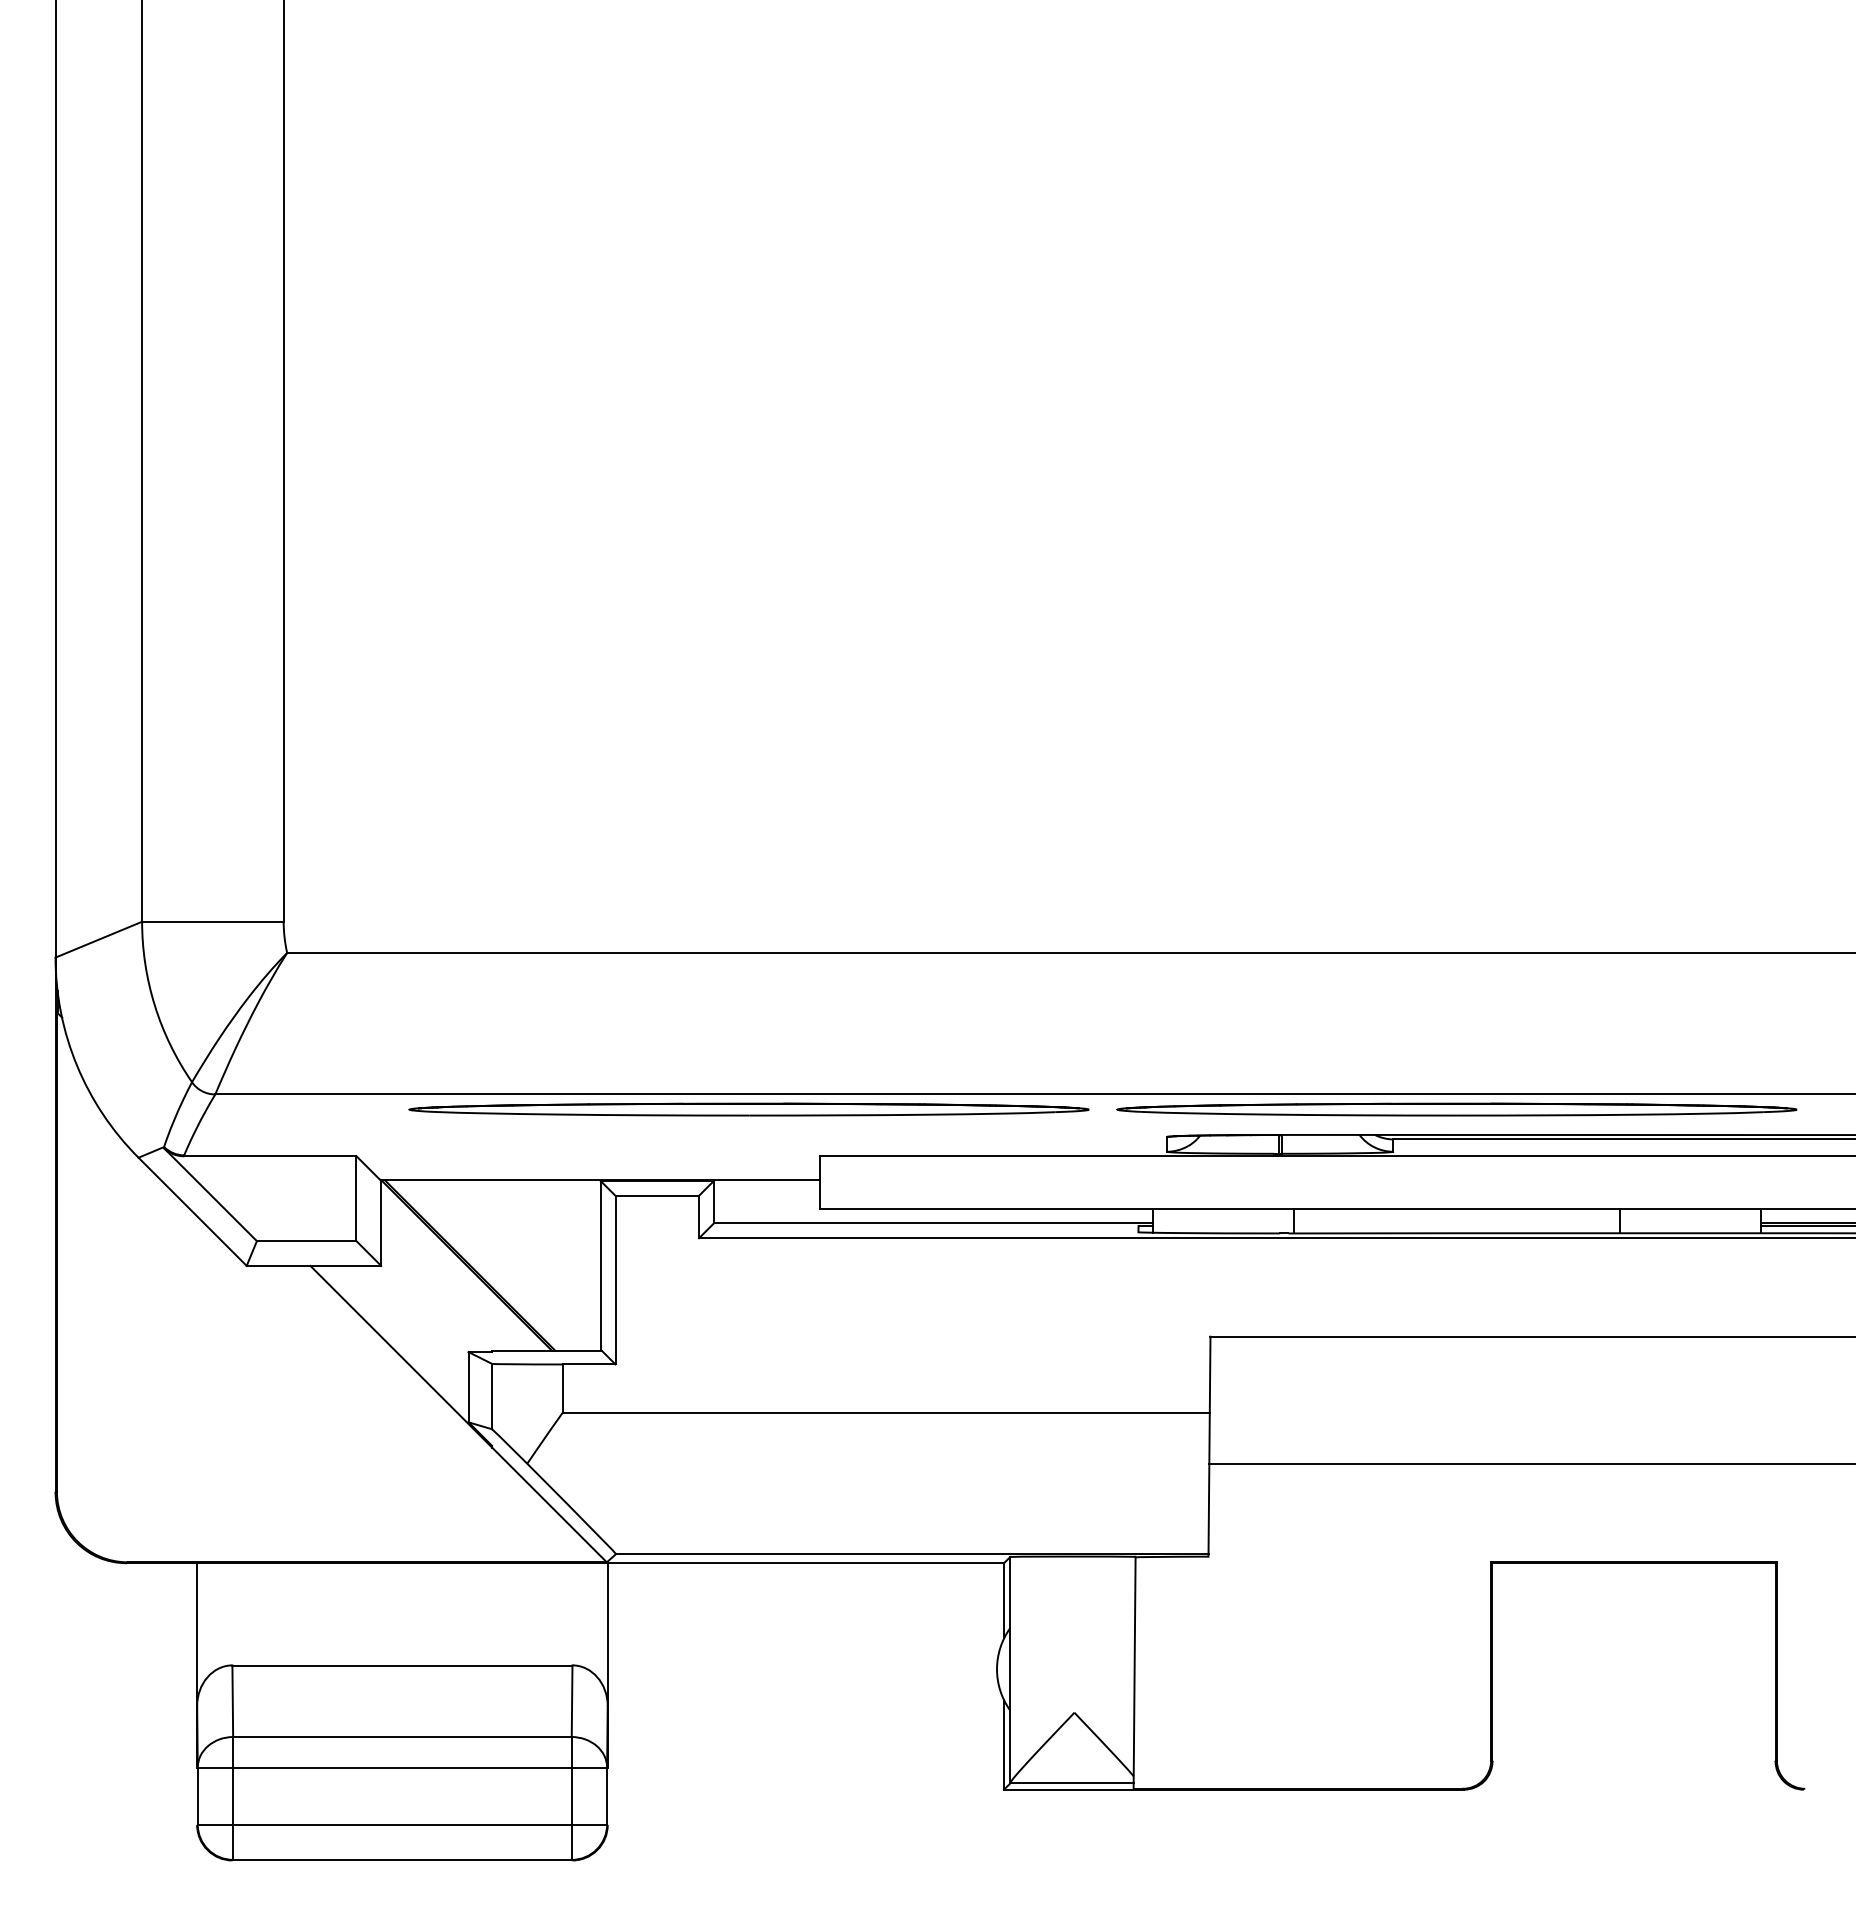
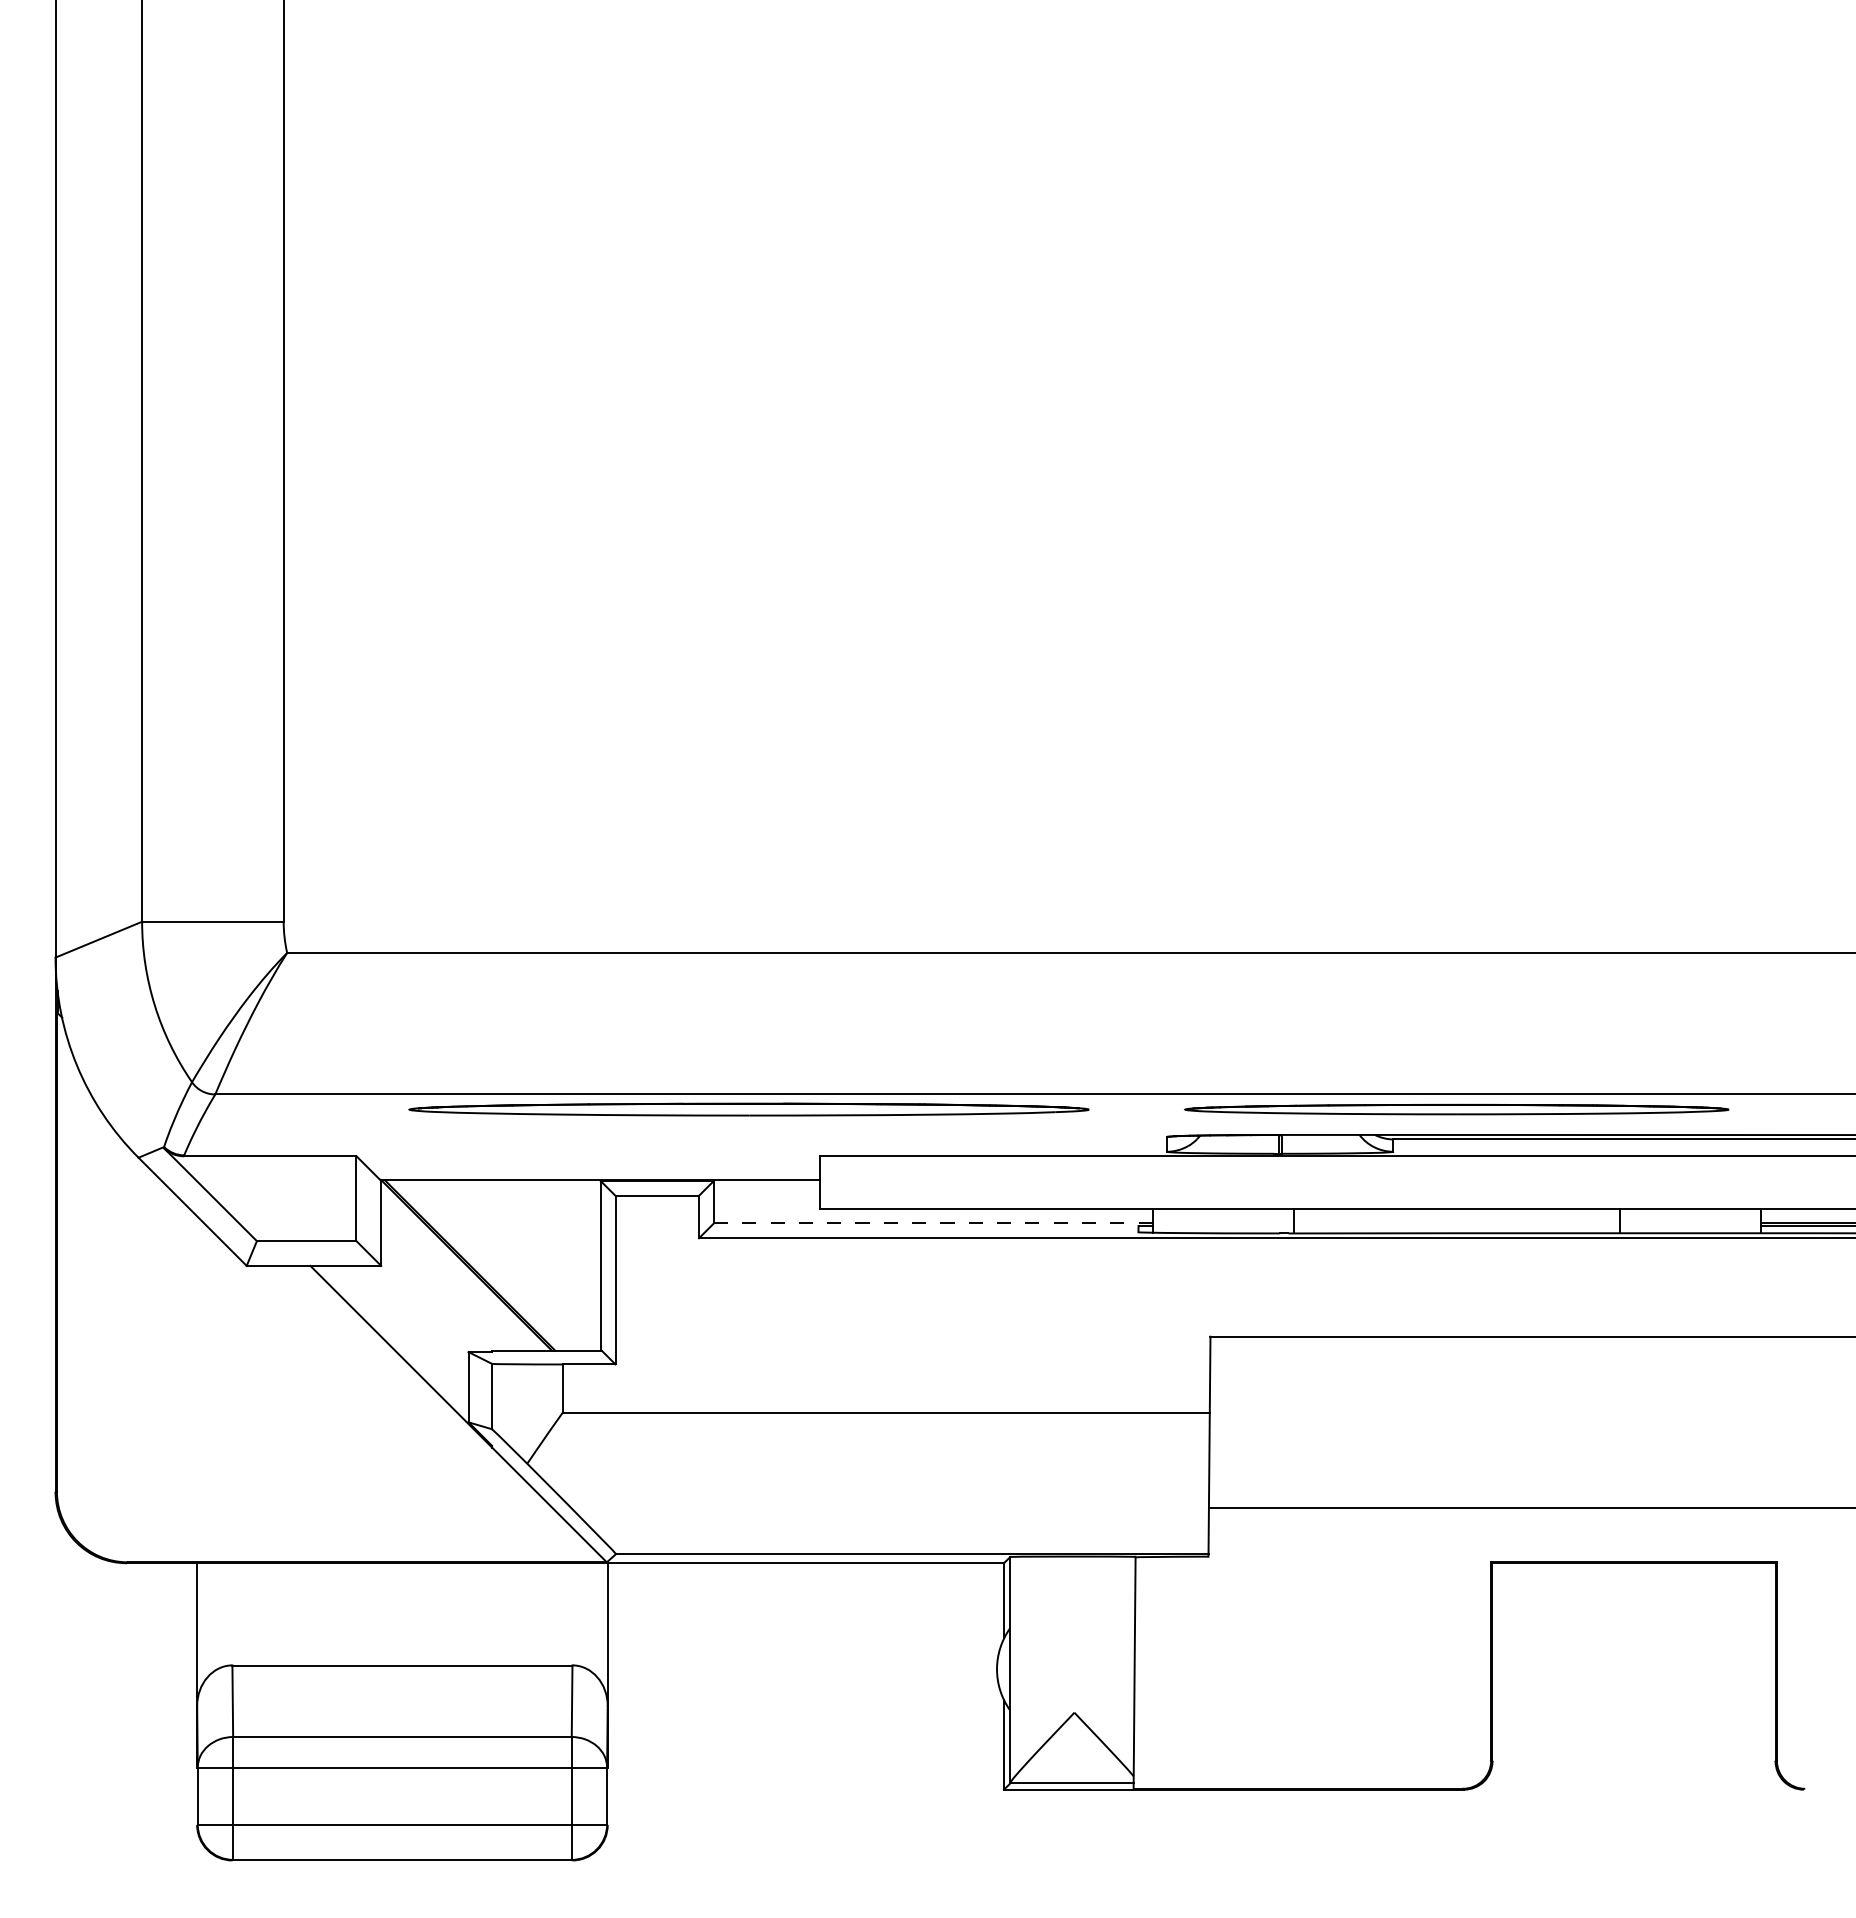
part at (1456, 1109) size: 682x15 px -> 546x13 px
line at (933, 1223): solid -> dashed
line at (1530, 1464) position: (1530, 1464) -> (1530, 1508)
